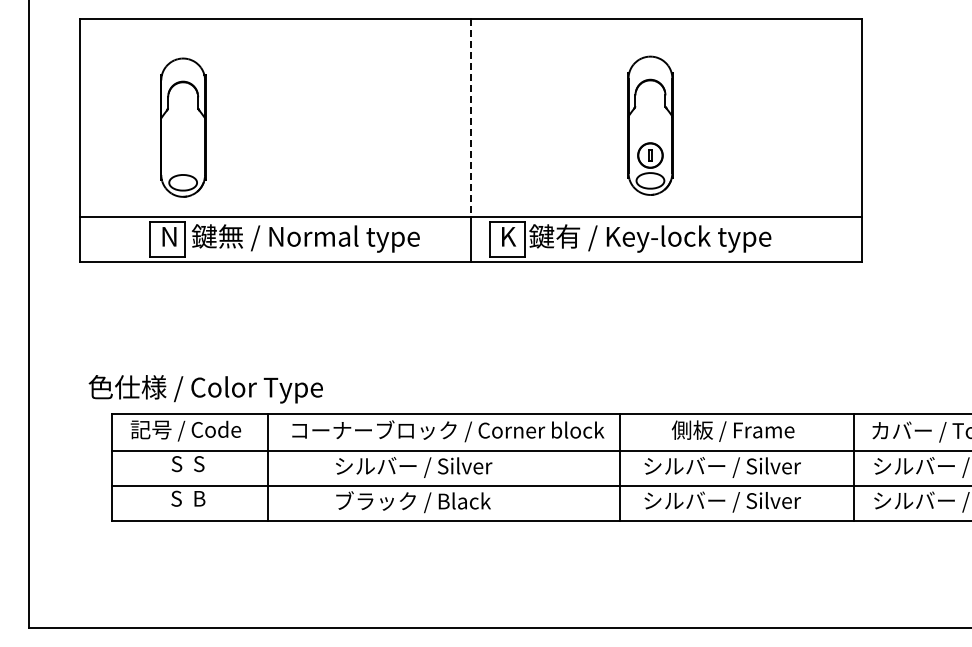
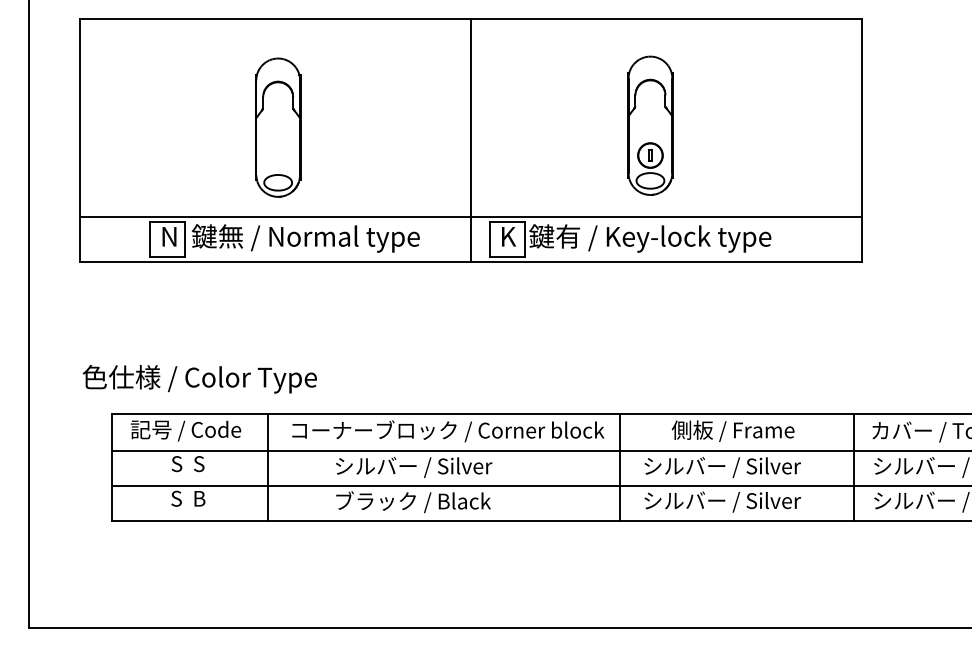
line at (470, 118): dashed -> solid
part at (183, 127) position: (183, 127) -> (278, 127)
text at (205, 389) position: (205, 389) -> (199, 379)
